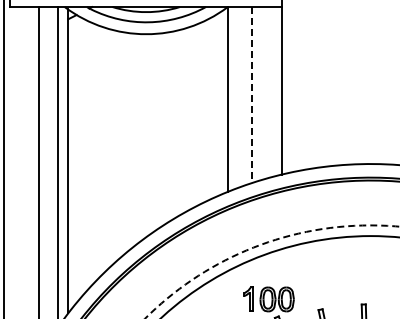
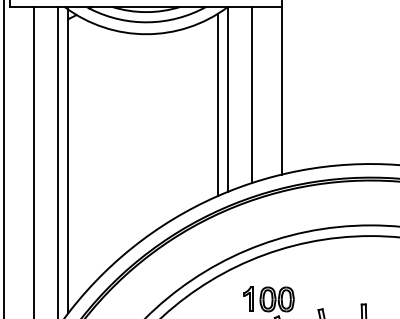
line at (251, 95): dashed -> solid
line at (217, 104): none -> present
line at (39, 161) position: (39, 161) -> (34, 161)
circle at (272, 271): dashed -> solid
